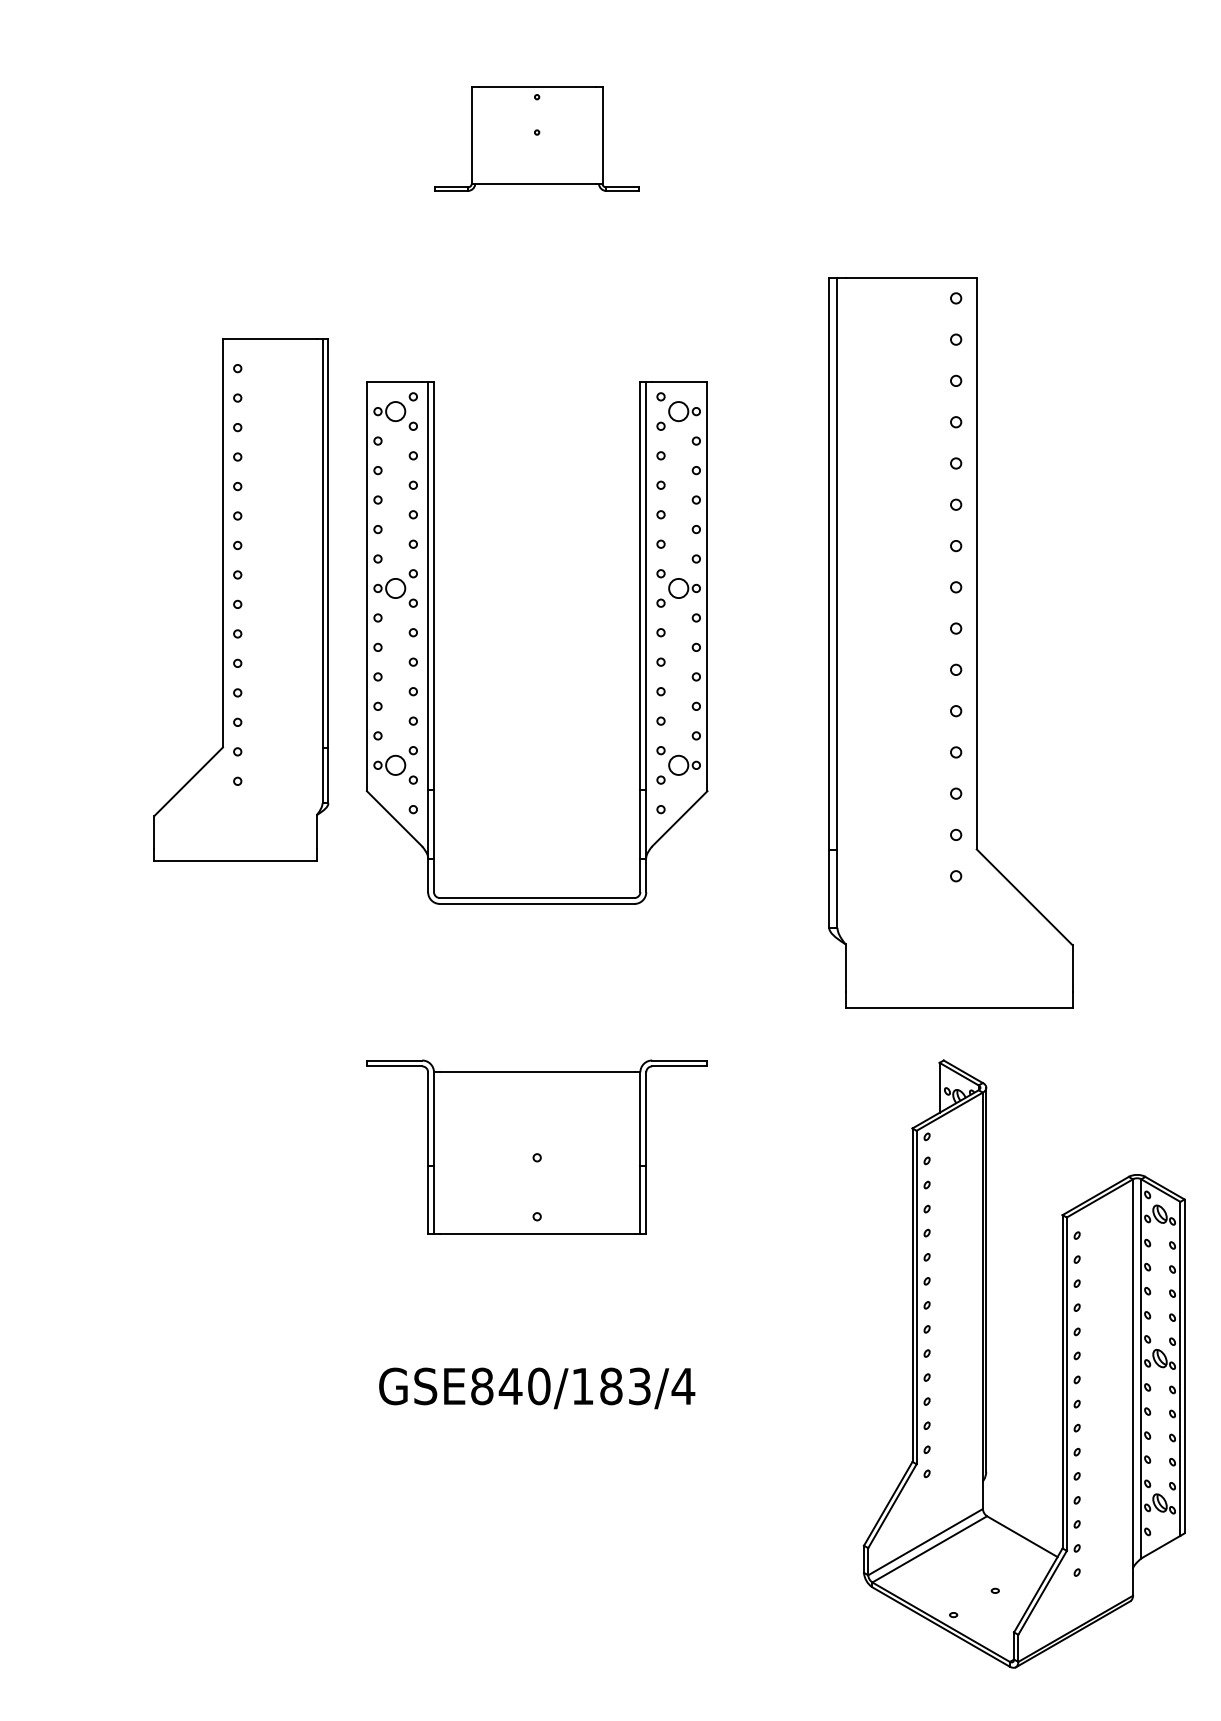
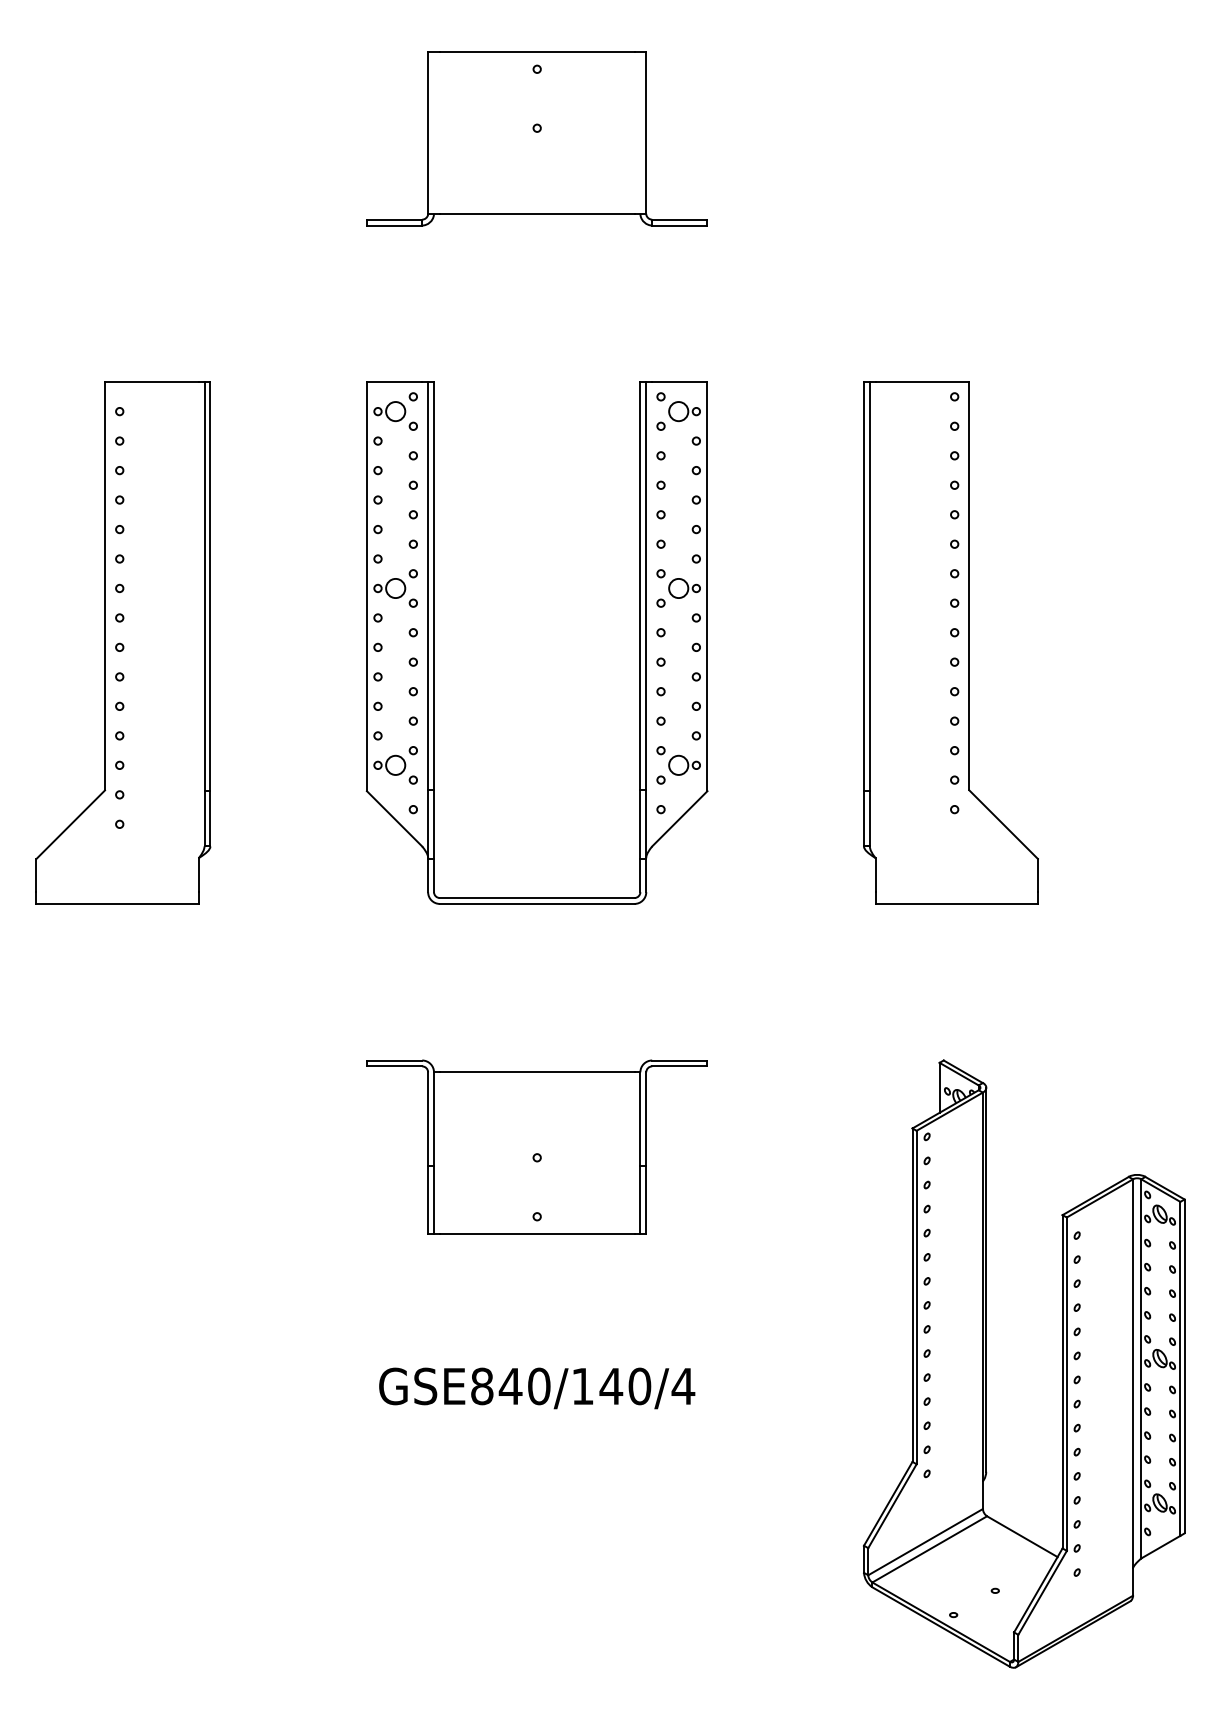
part at (536, 138) size: 206x106 px -> 342x176 px
part at (241, 599) position: (241, 599) -> (123, 642)
part at (950, 642) size: 246x732 px -> 176x524 px
text at (625, 1386): GSE840/183/4 -> GSE840/140/4
